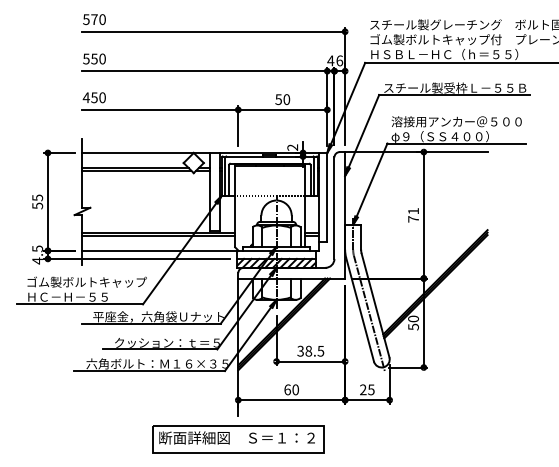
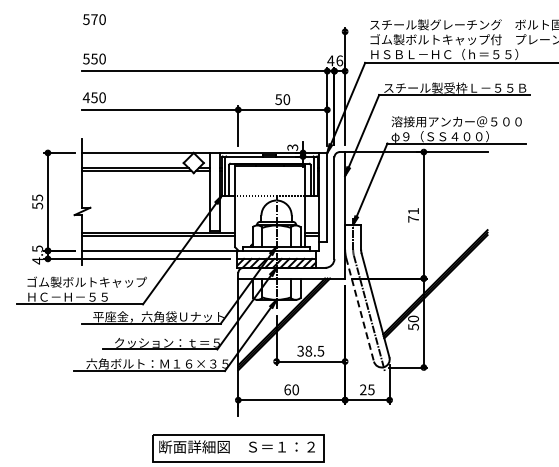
line at (213, 31): present -> none
text at (293, 147): 2 -> 3
line at (360, 309): solid -> dashed
part at (238, 439) position: (238, 439) -> (238, 448)
